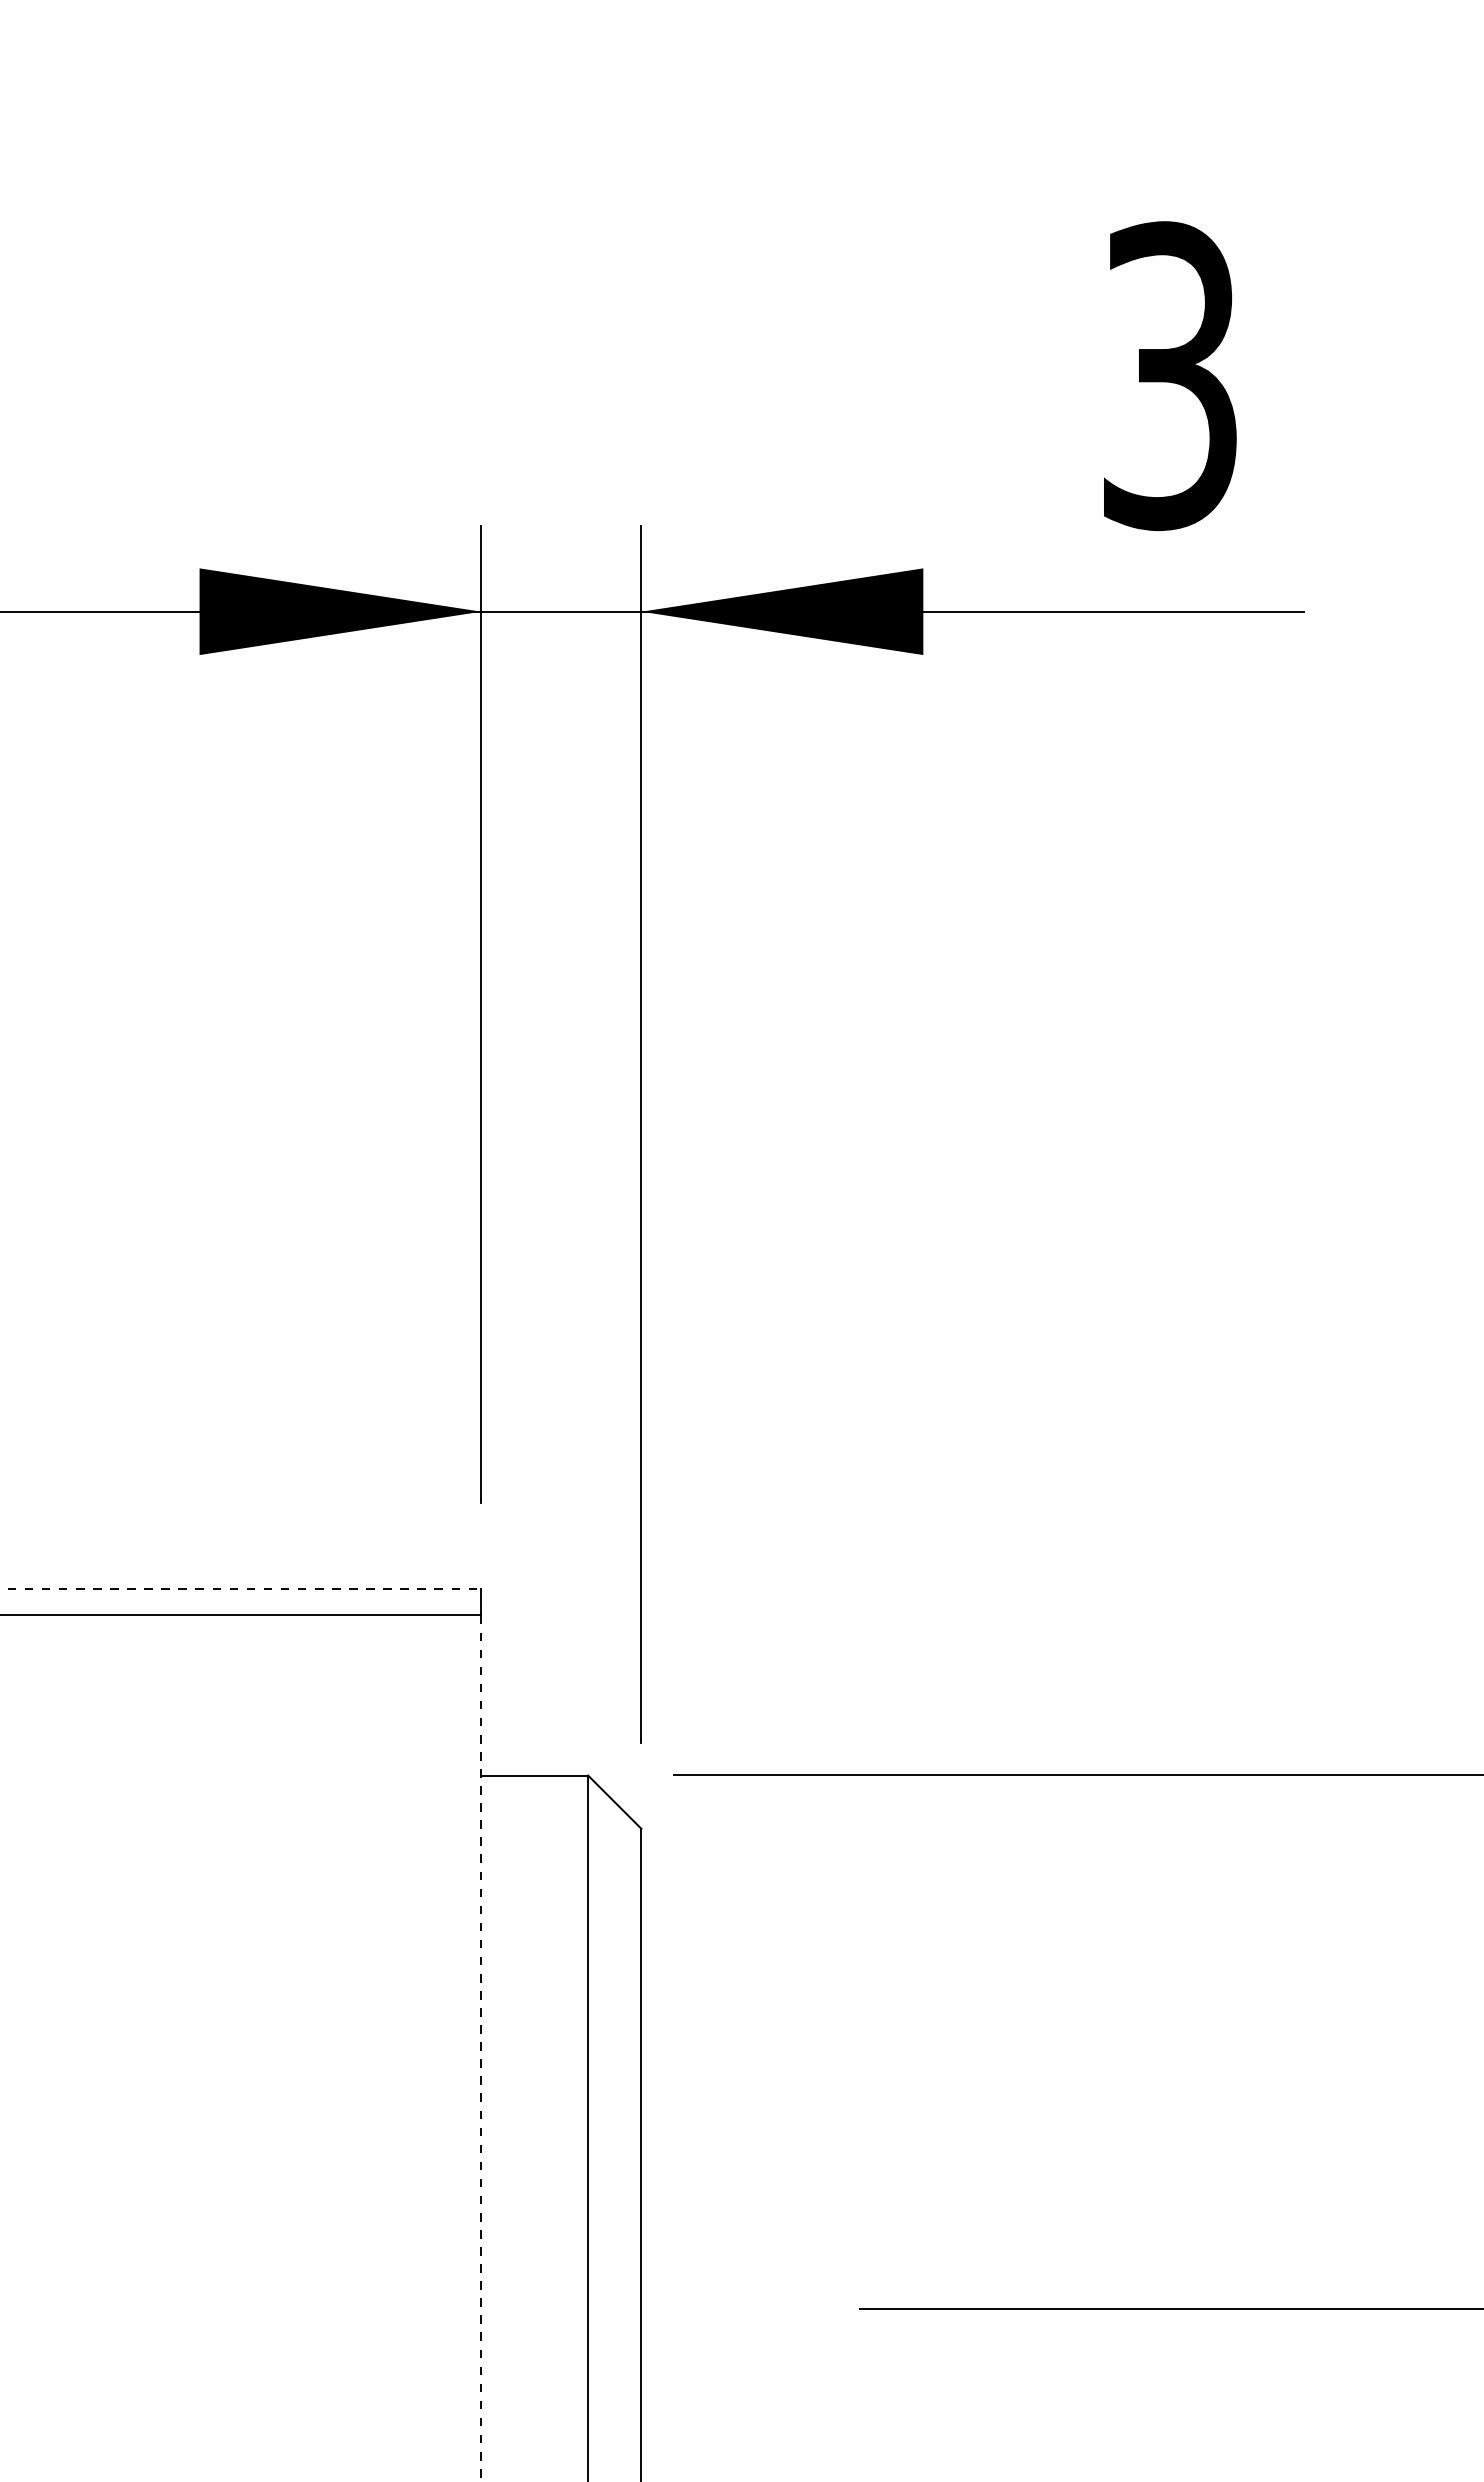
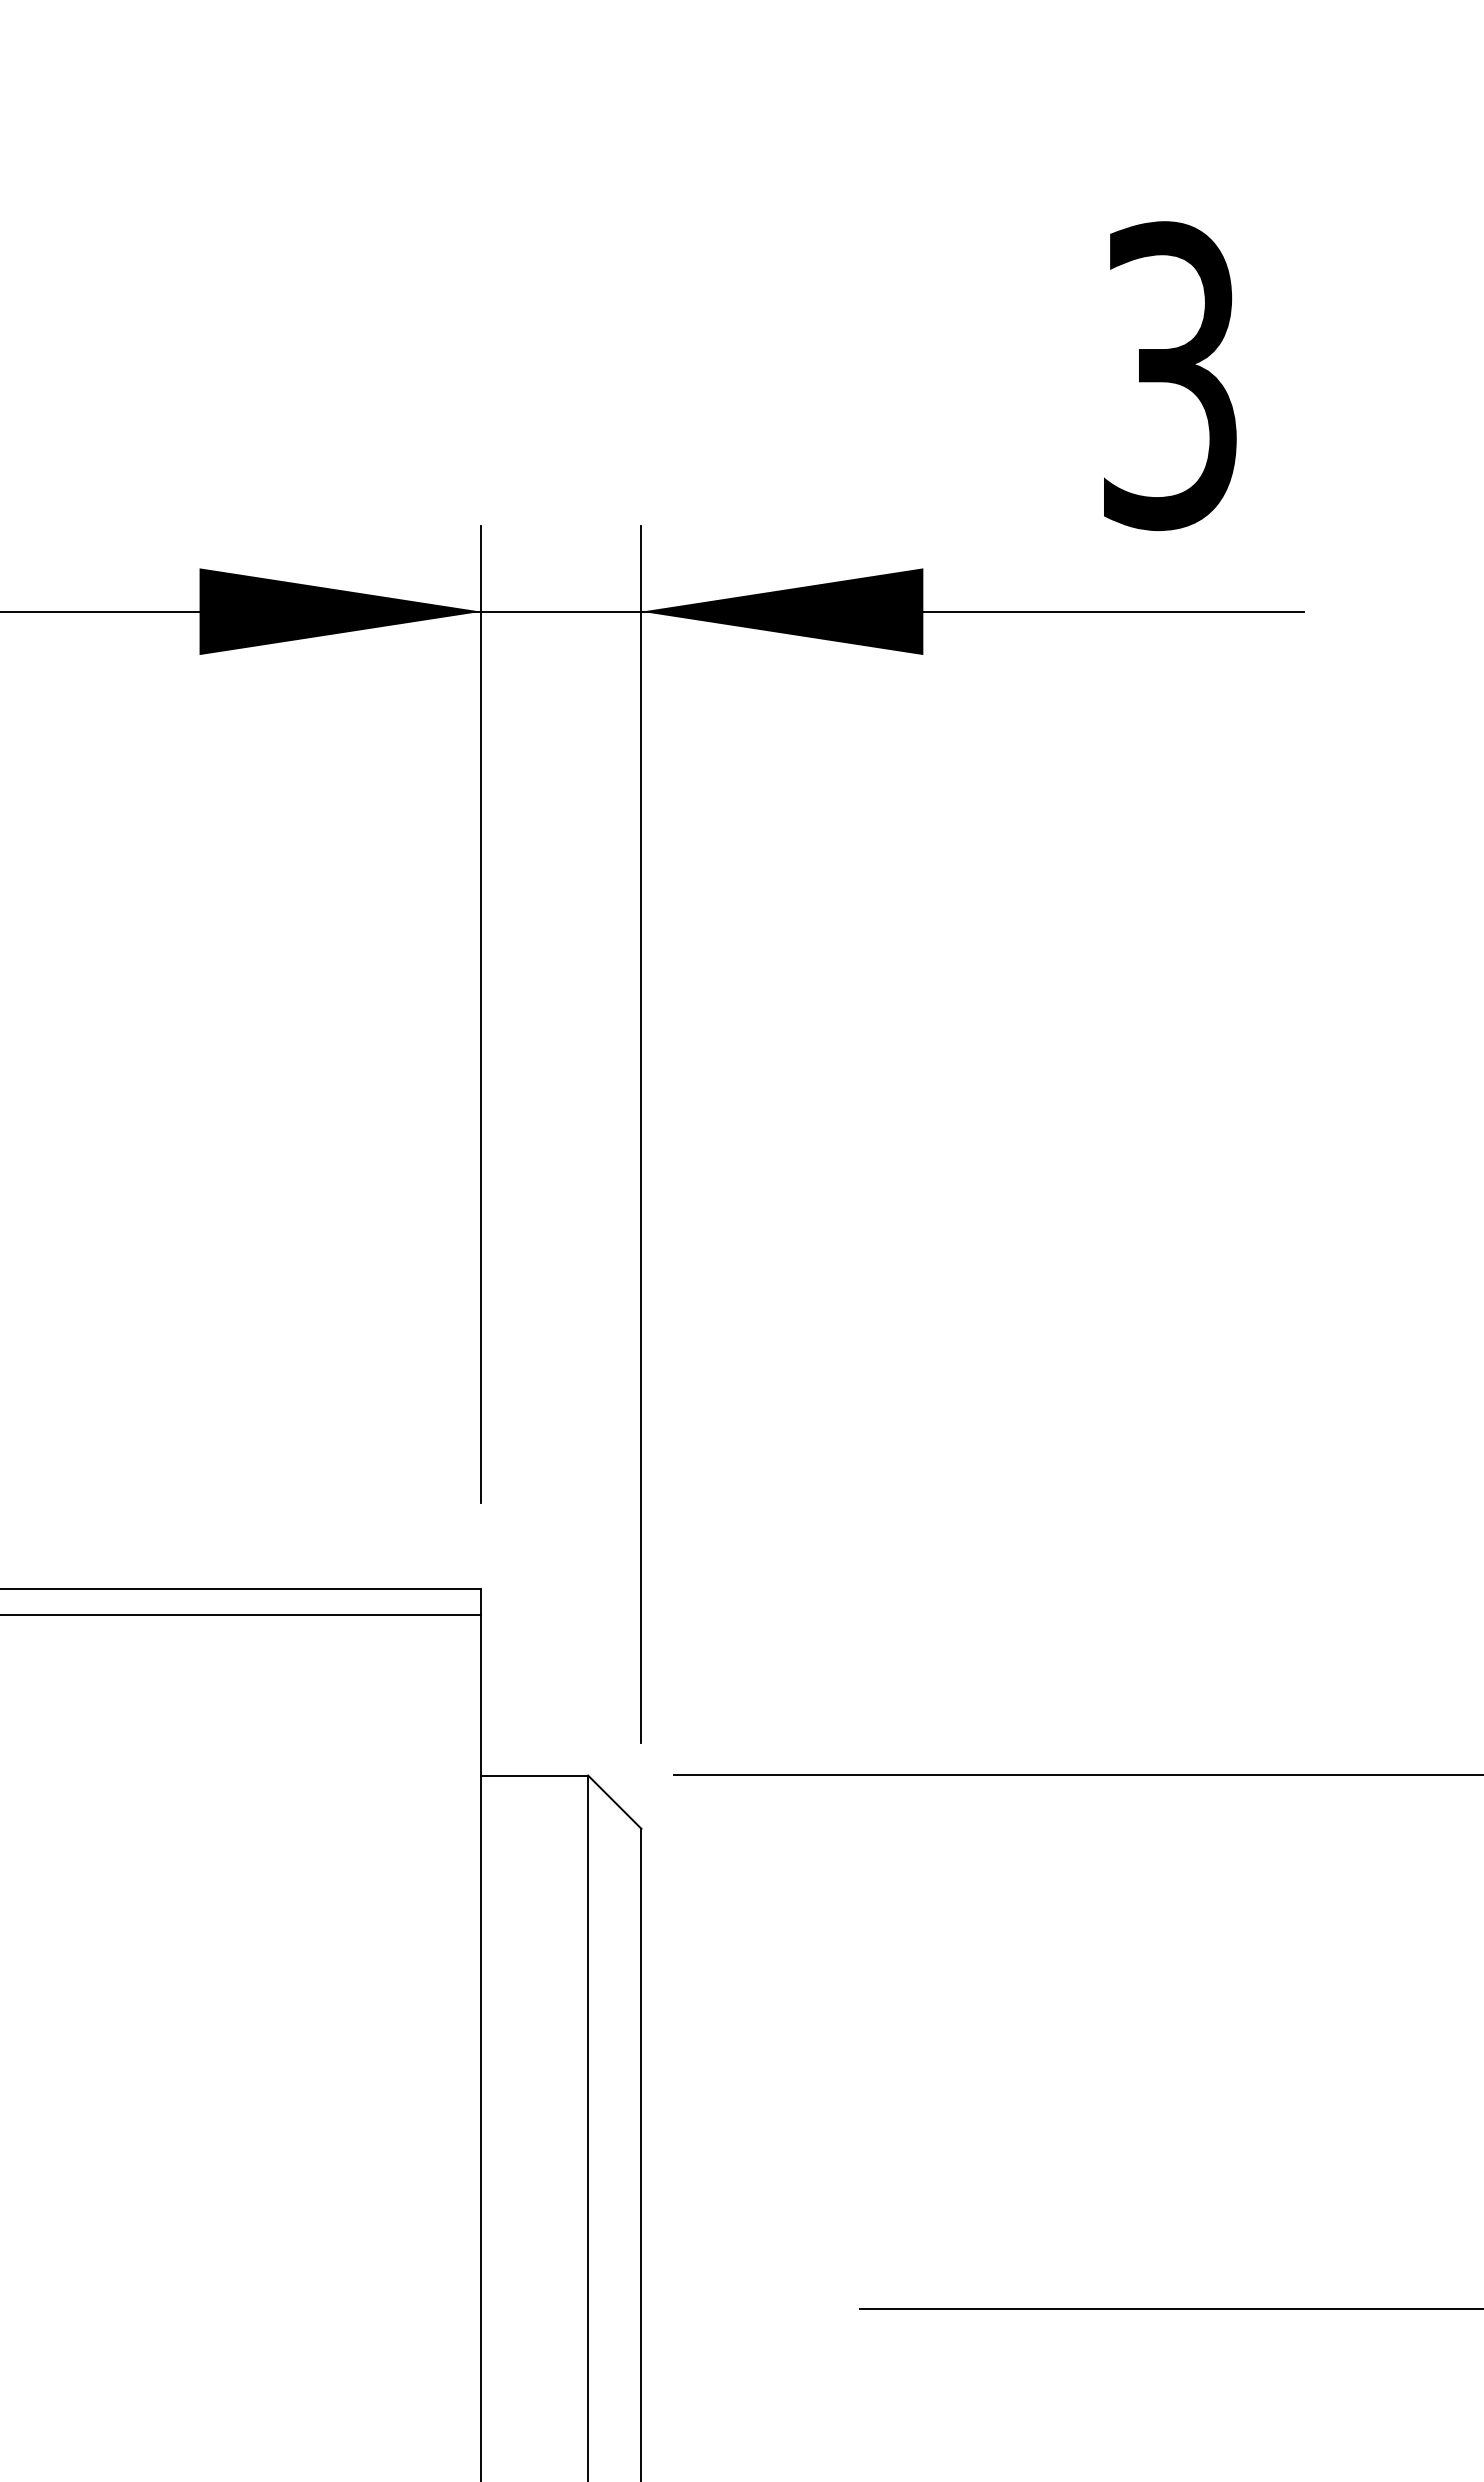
line at (241, 1588): dashed -> solid
line at (481, 2048): dashed -> solid
